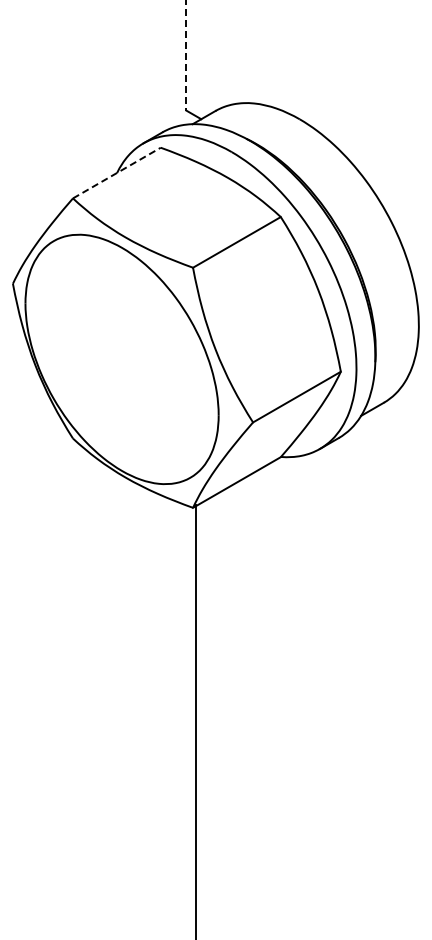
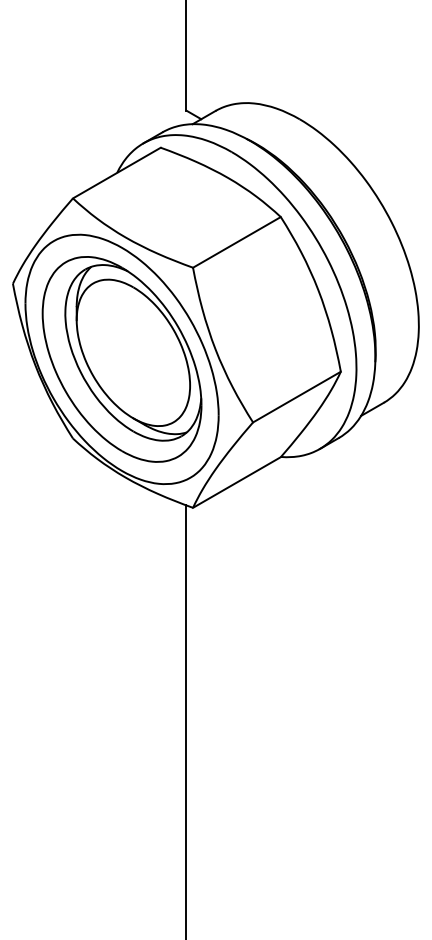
line at (186, 55): dashed -> solid
line at (116, 173): dashed -> solid
part at (121, 359): none -> present
line at (196, 720) position: (196, 720) -> (186, 720)
